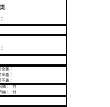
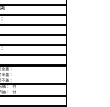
line at (34, 5): none -> present
line at (34, 15): none -> present
line at (34, 44): none -> present
